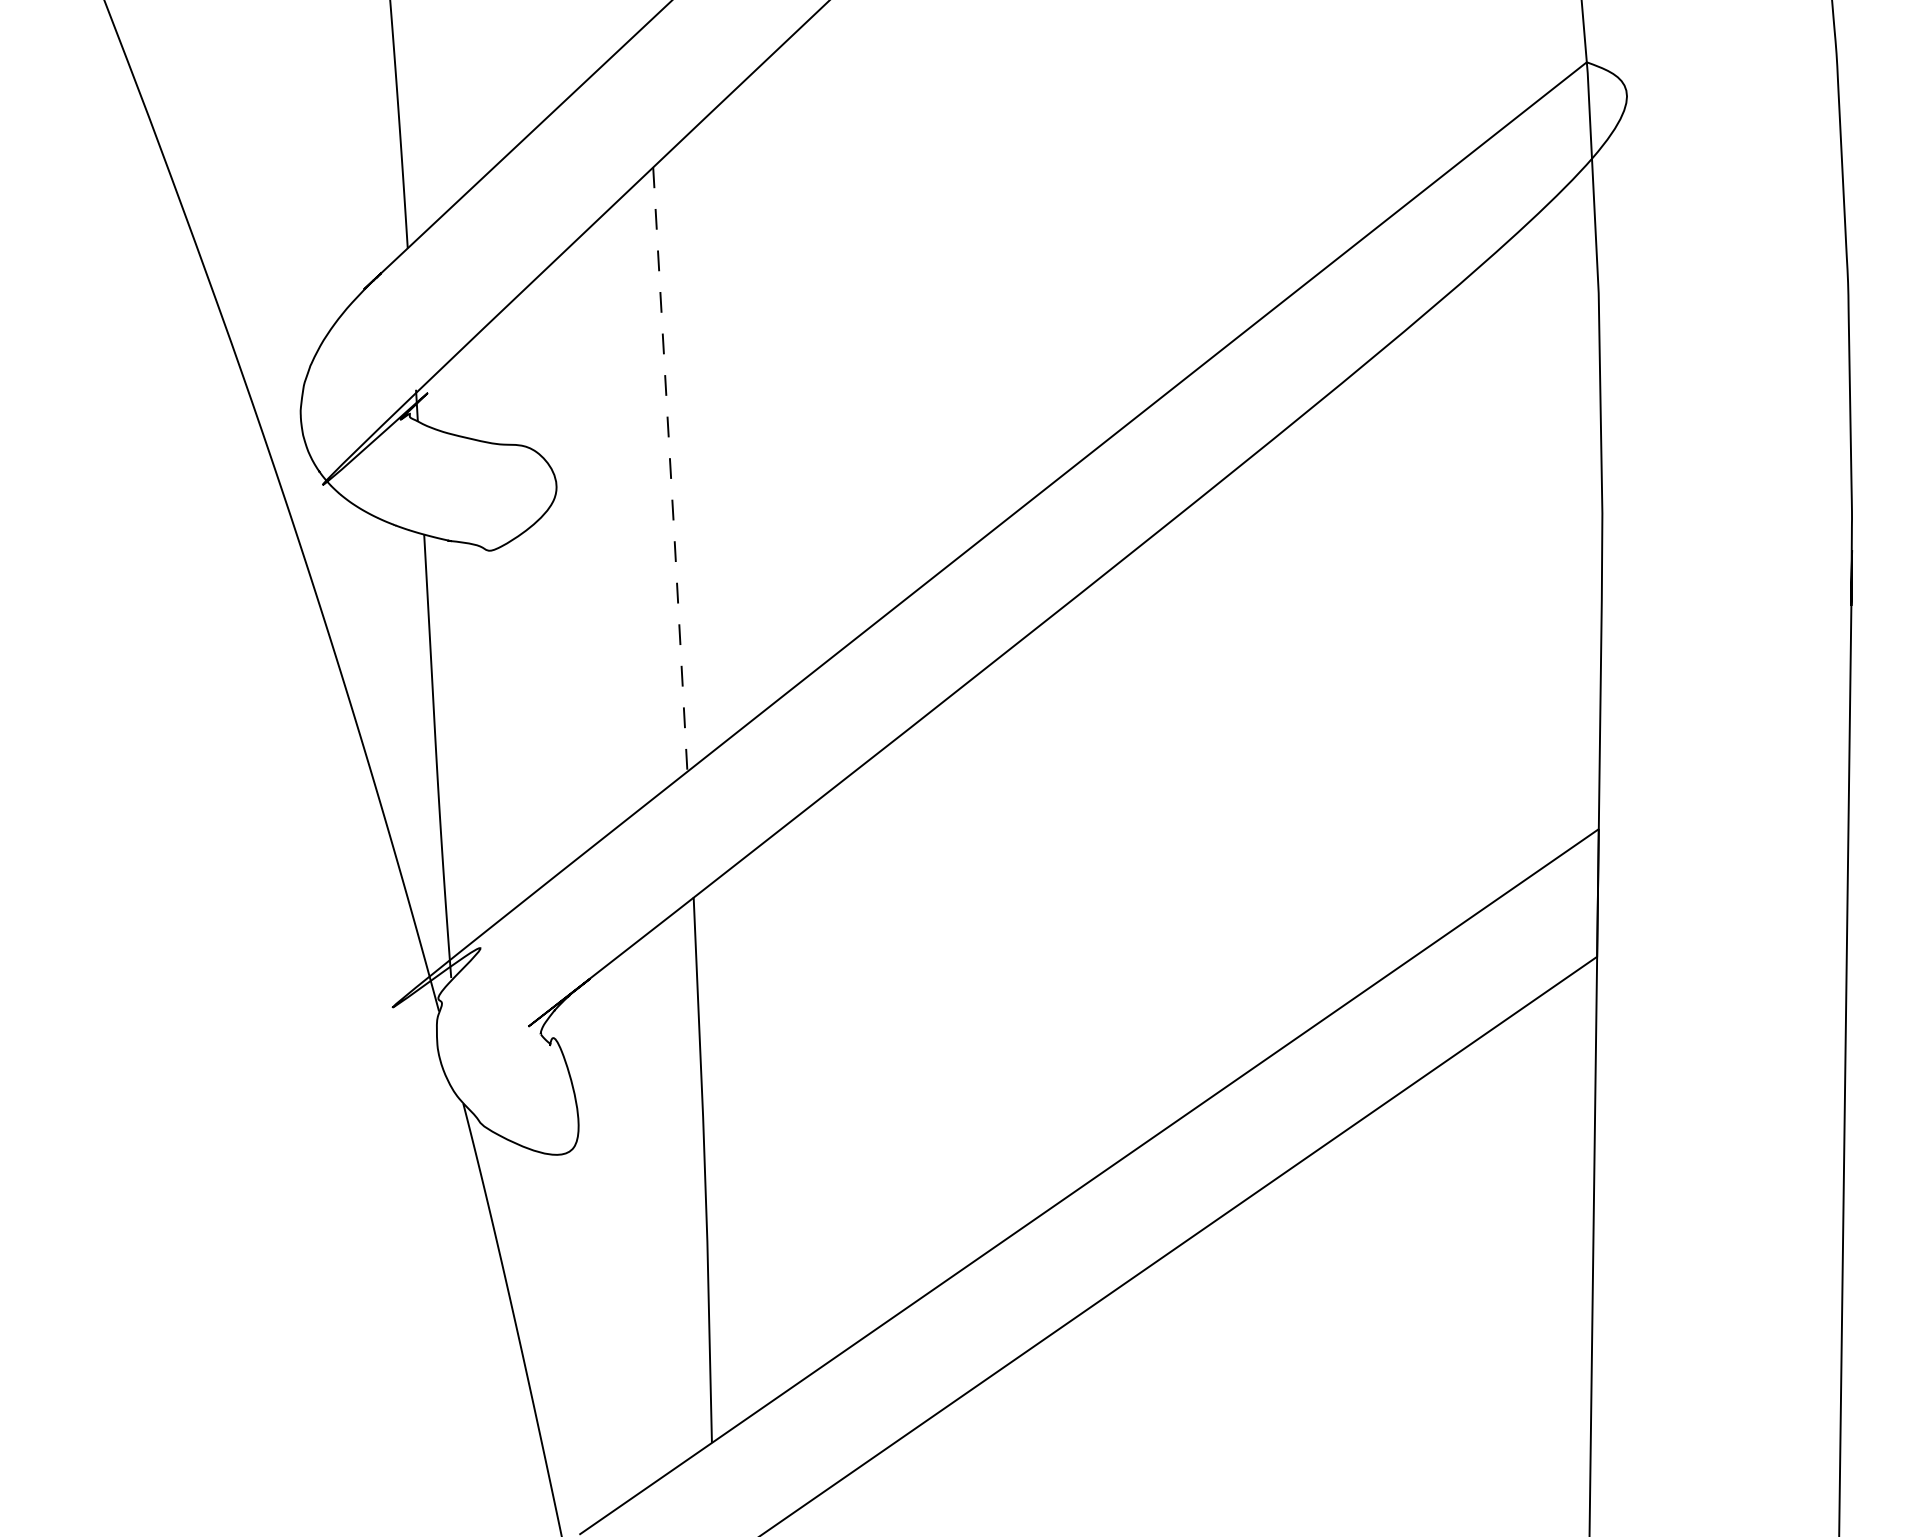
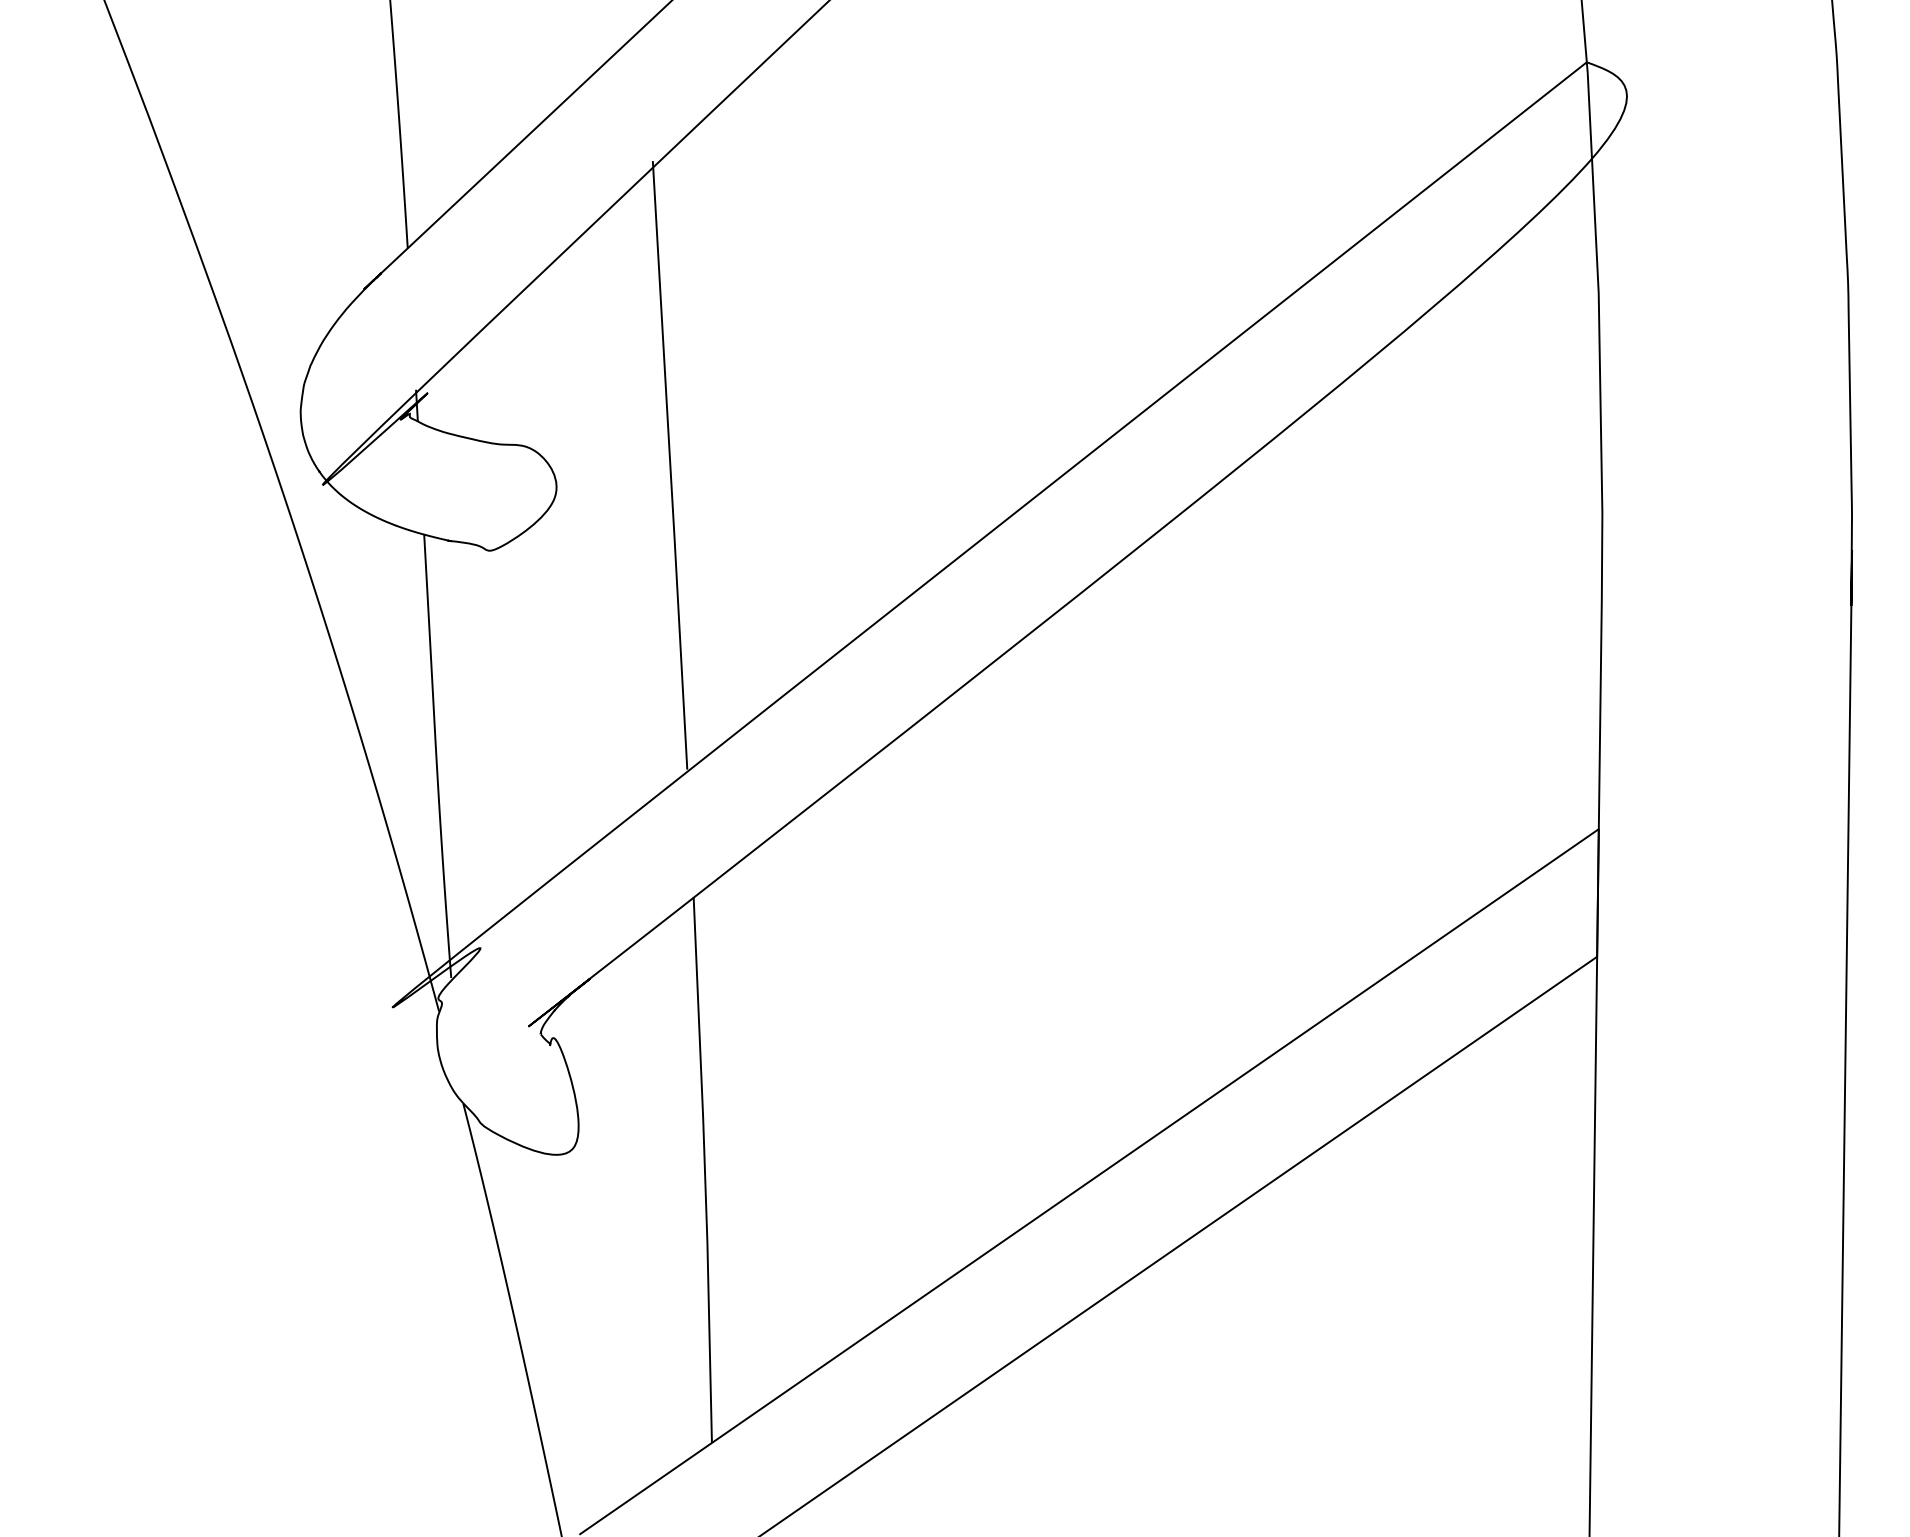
line at (670, 464): dashed -> solid
